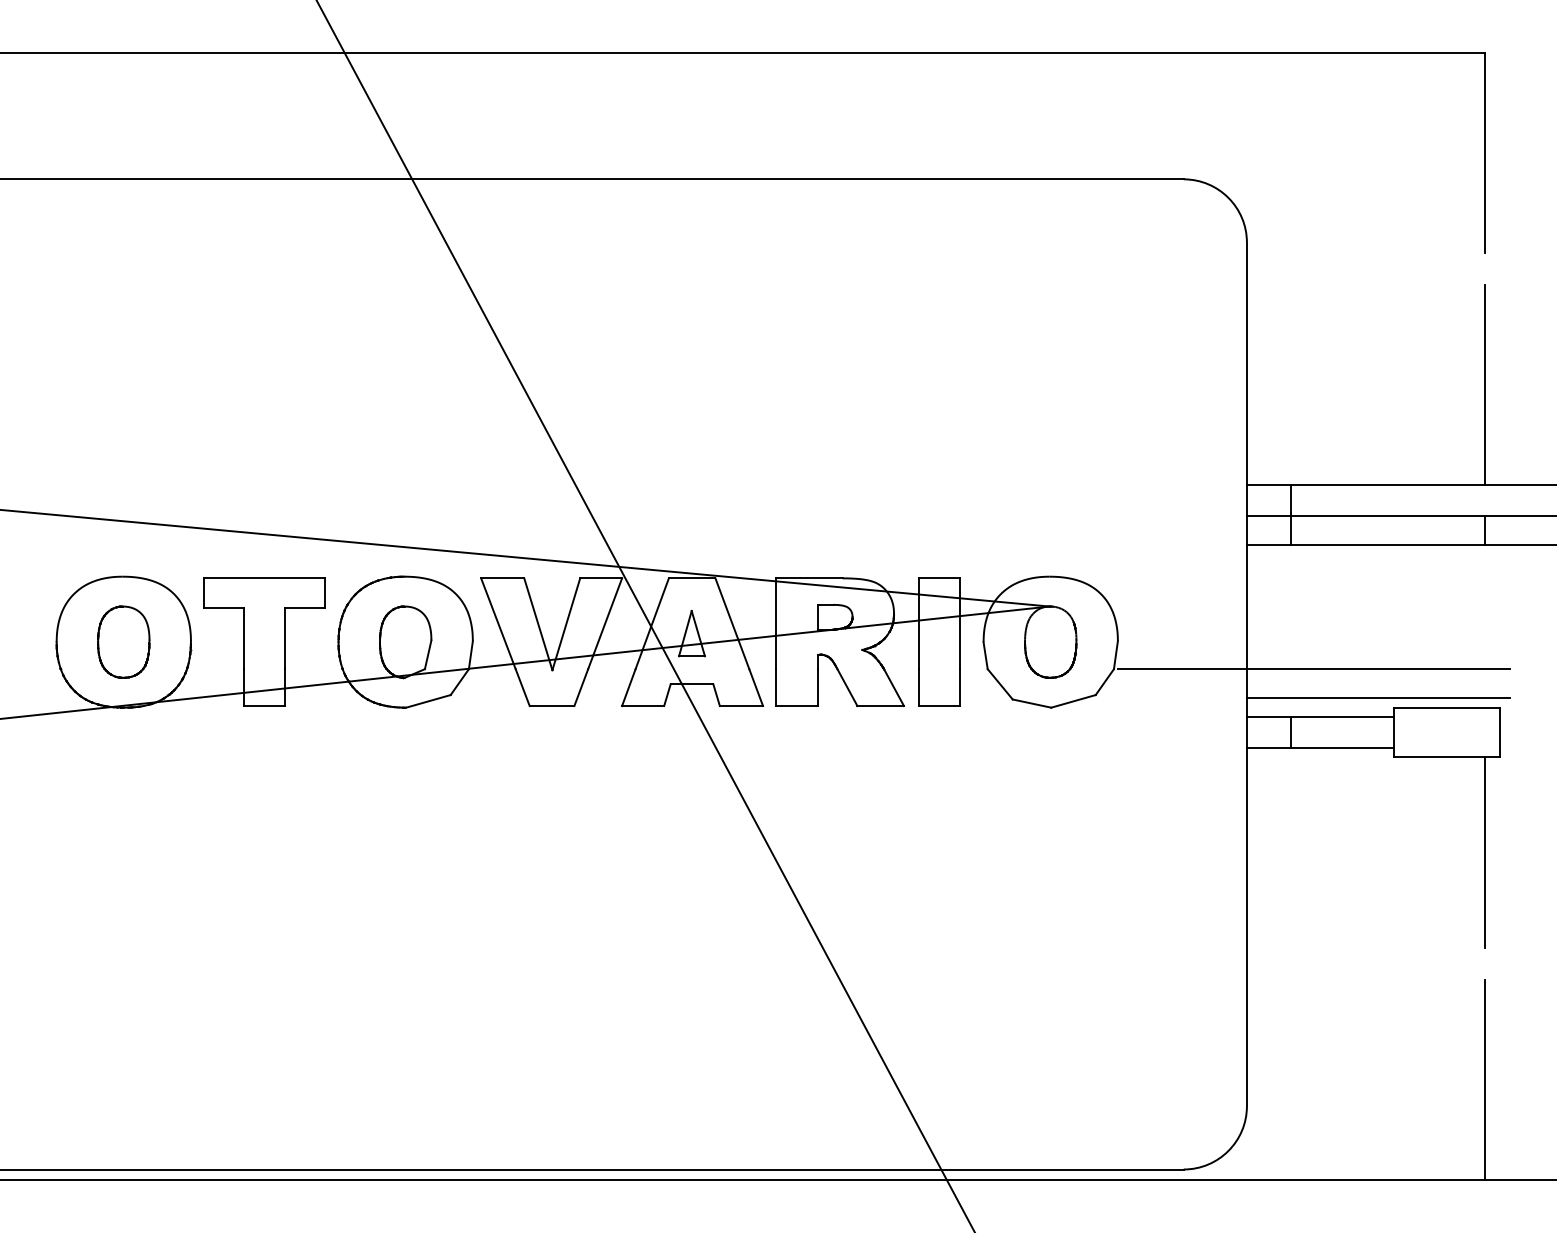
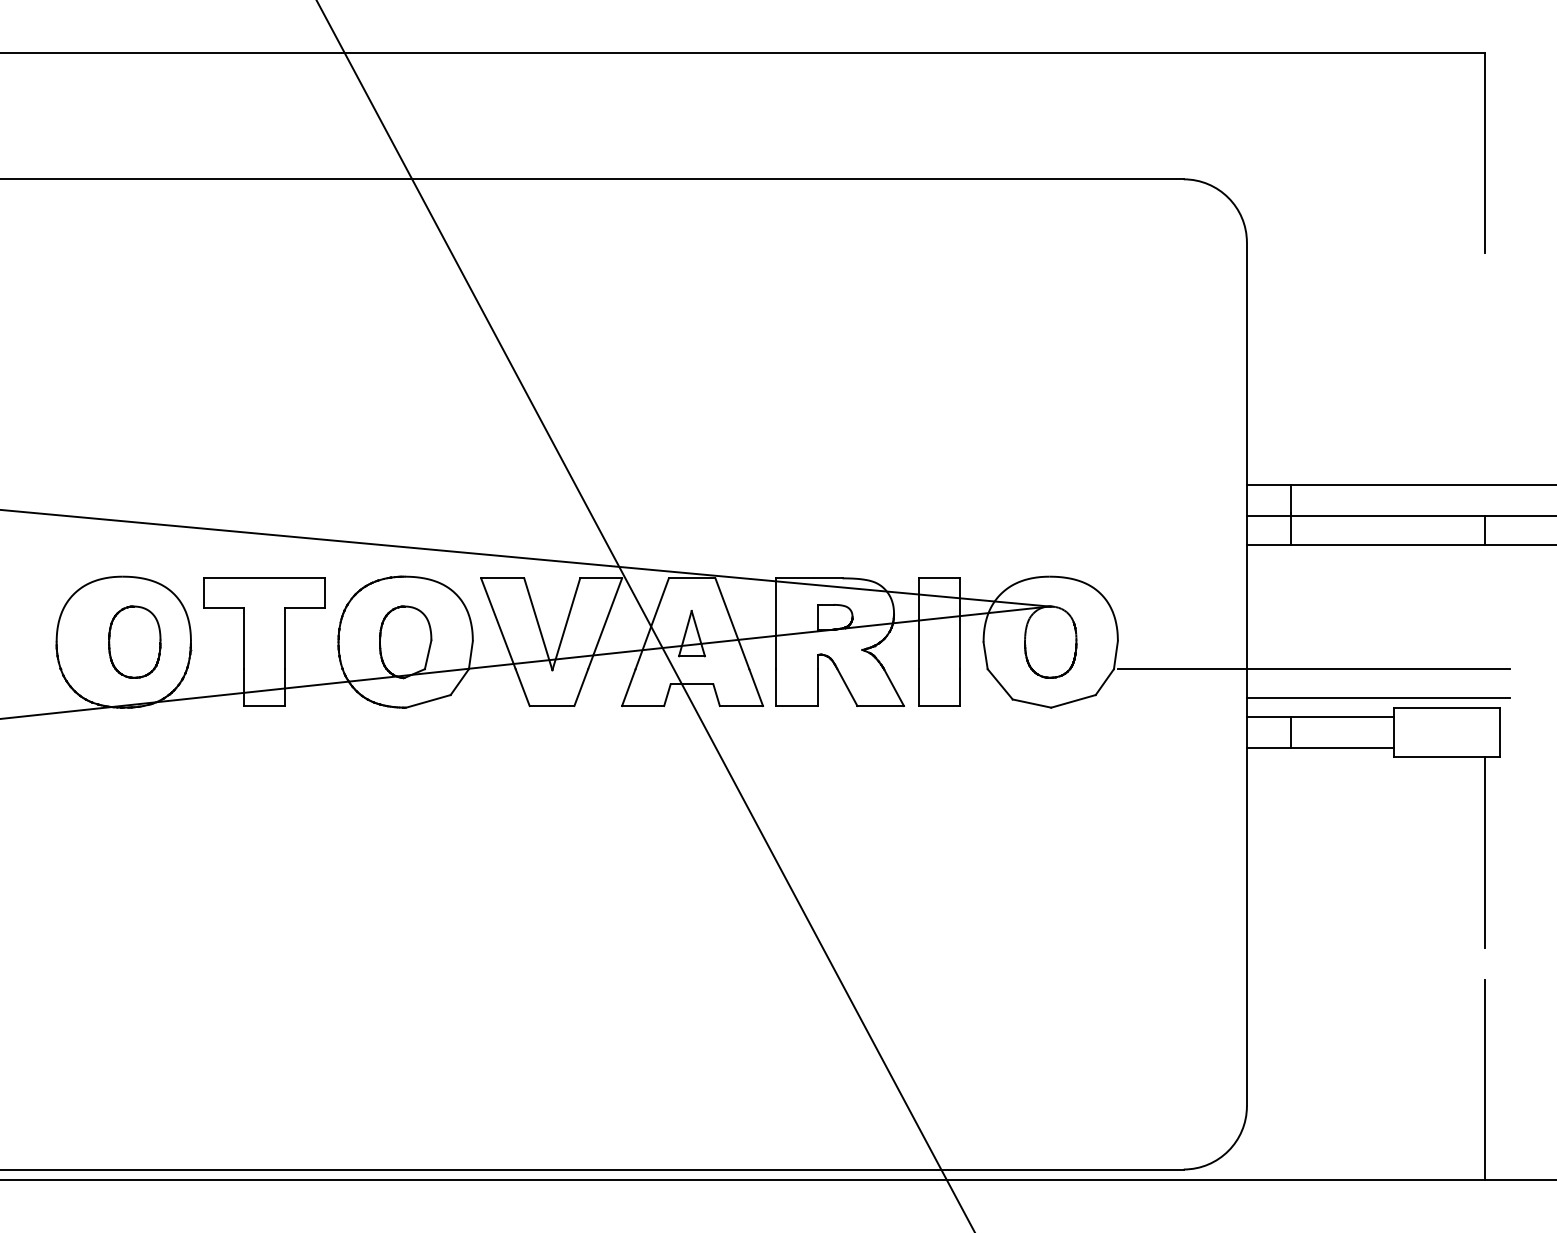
line at (1484, 384): present -> none
part at (123, 641) position: (123, 641) -> (134, 641)
